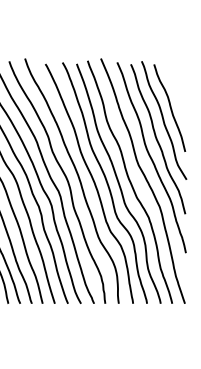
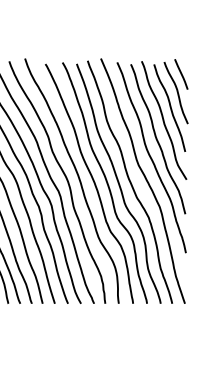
part at (175, 91): none -> present
